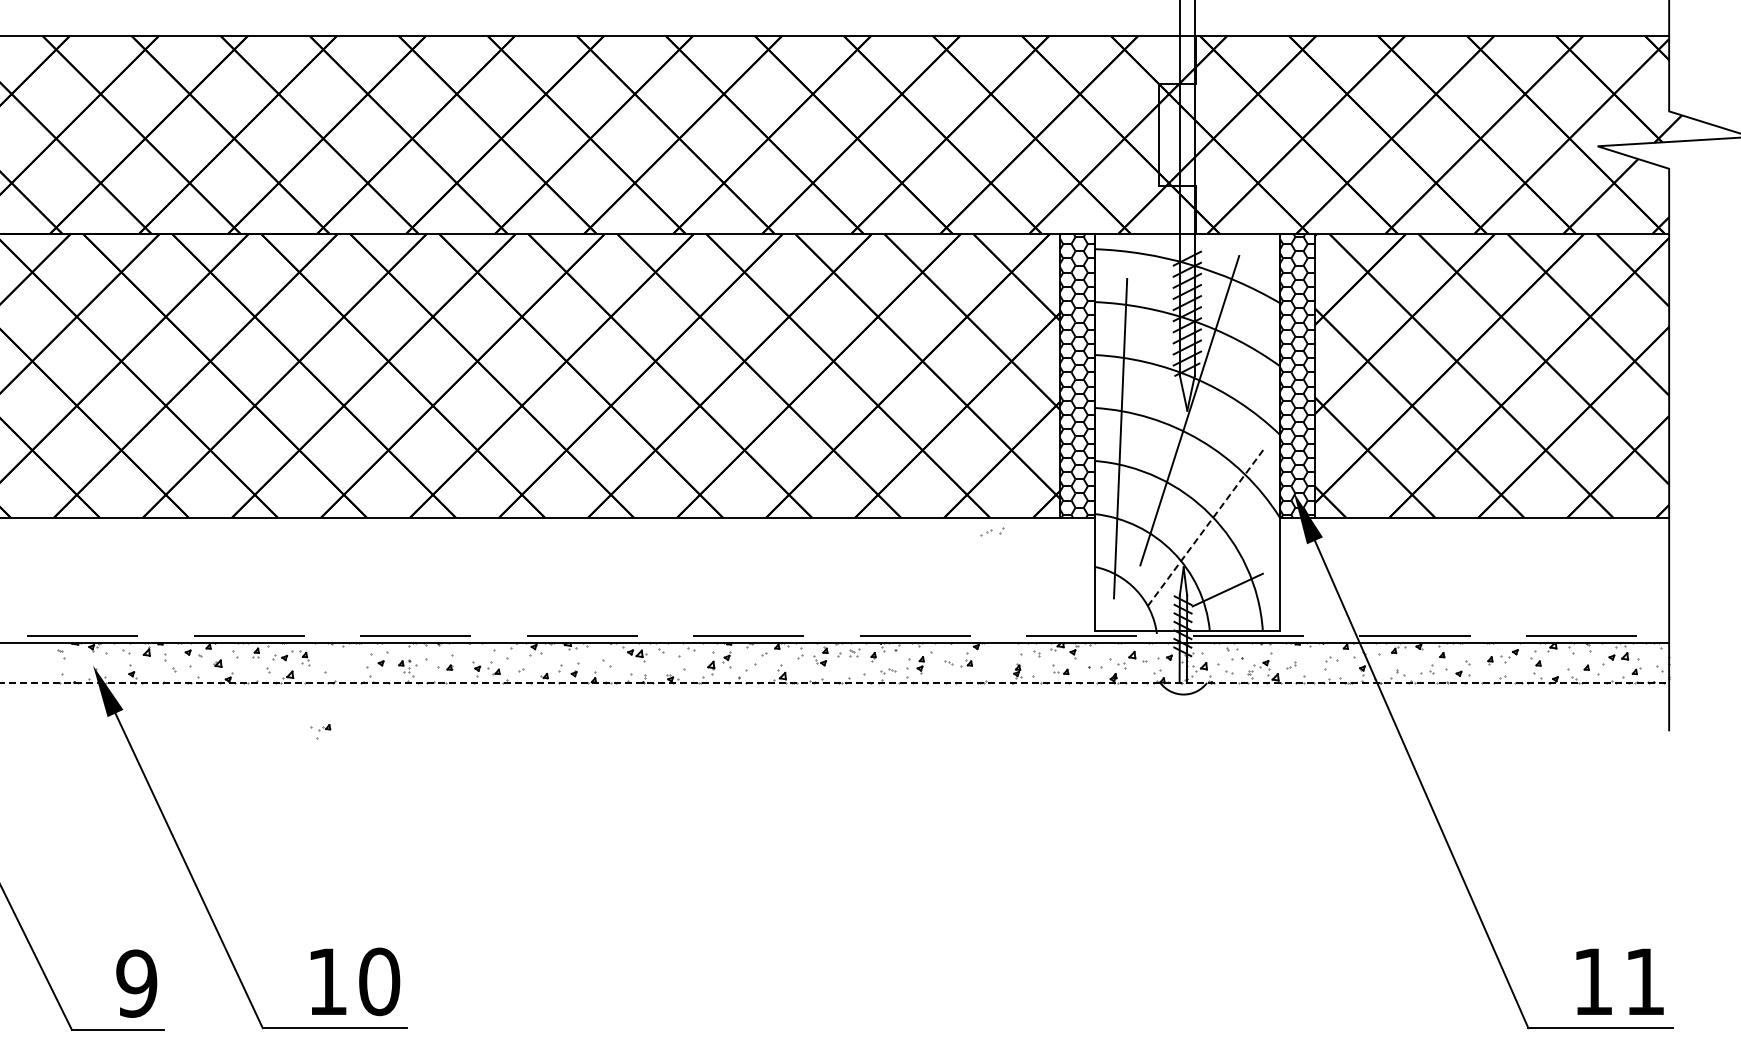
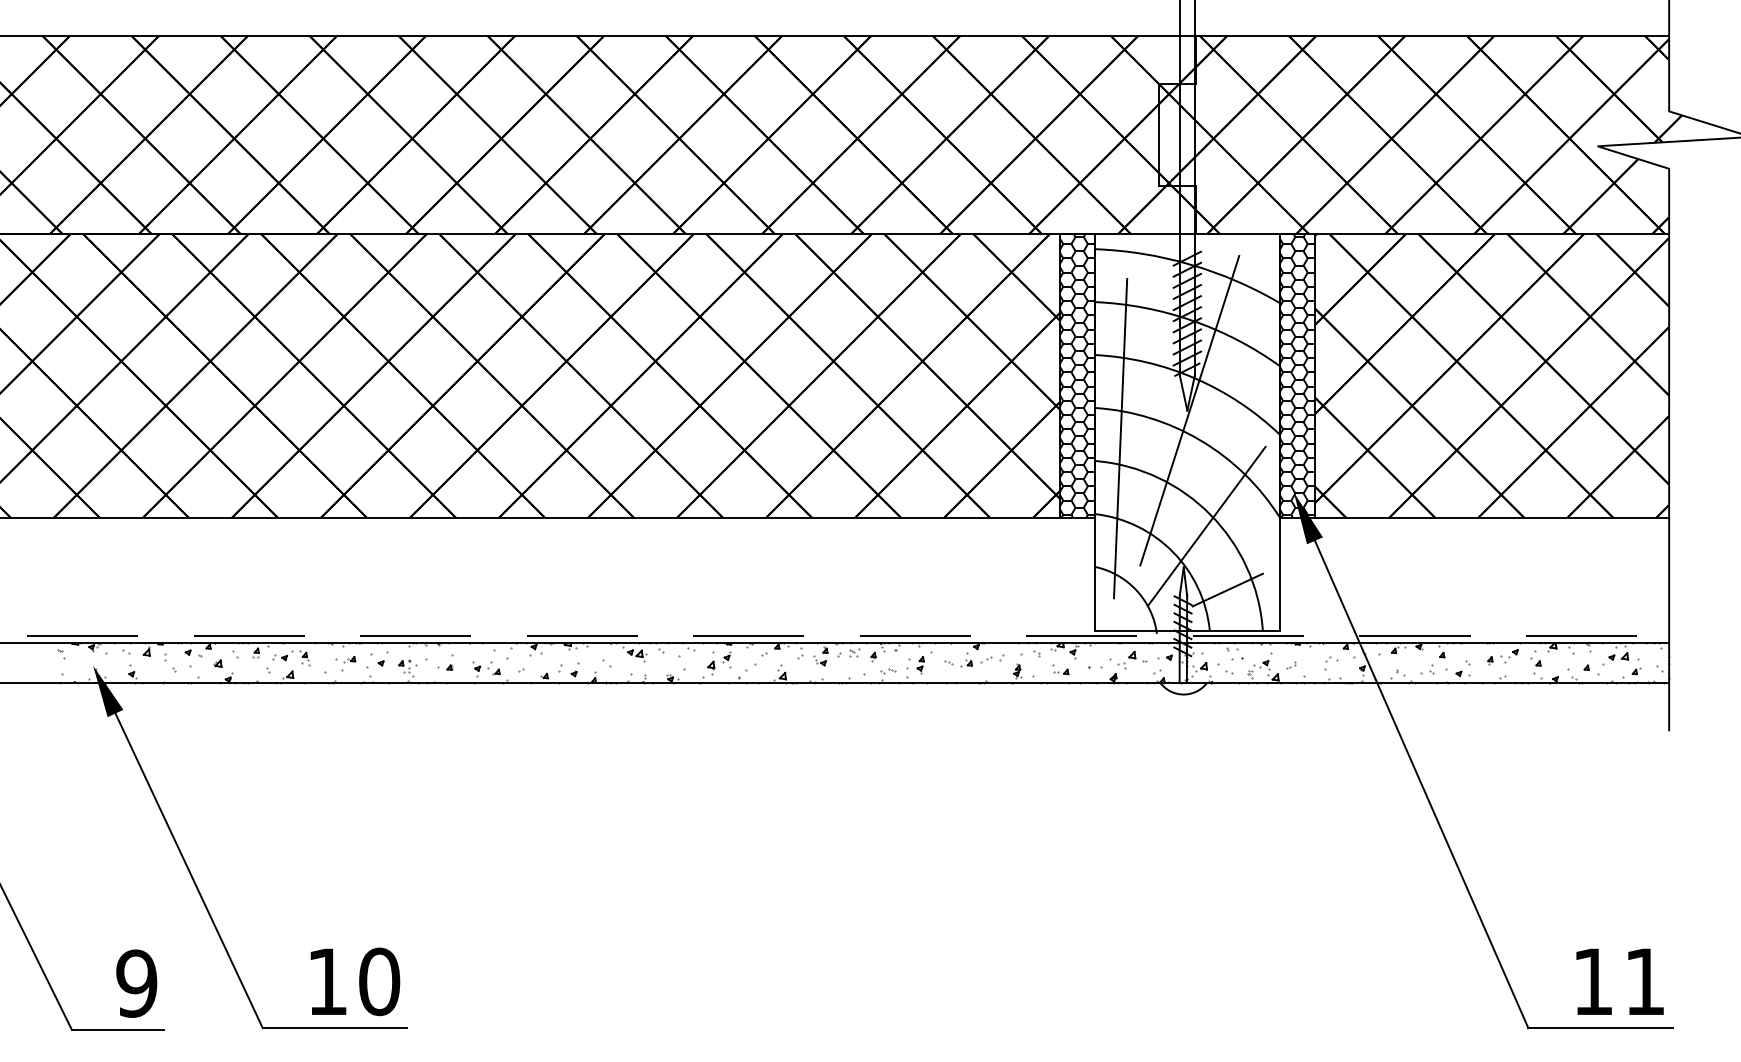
line at (1206, 526): dashed -> solid
part at (992, 531) position: (992, 531) -> (992, 658)
line at (835, 682): dashed -> solid
part at (320, 731) position: (320, 731) -> (345, 663)
